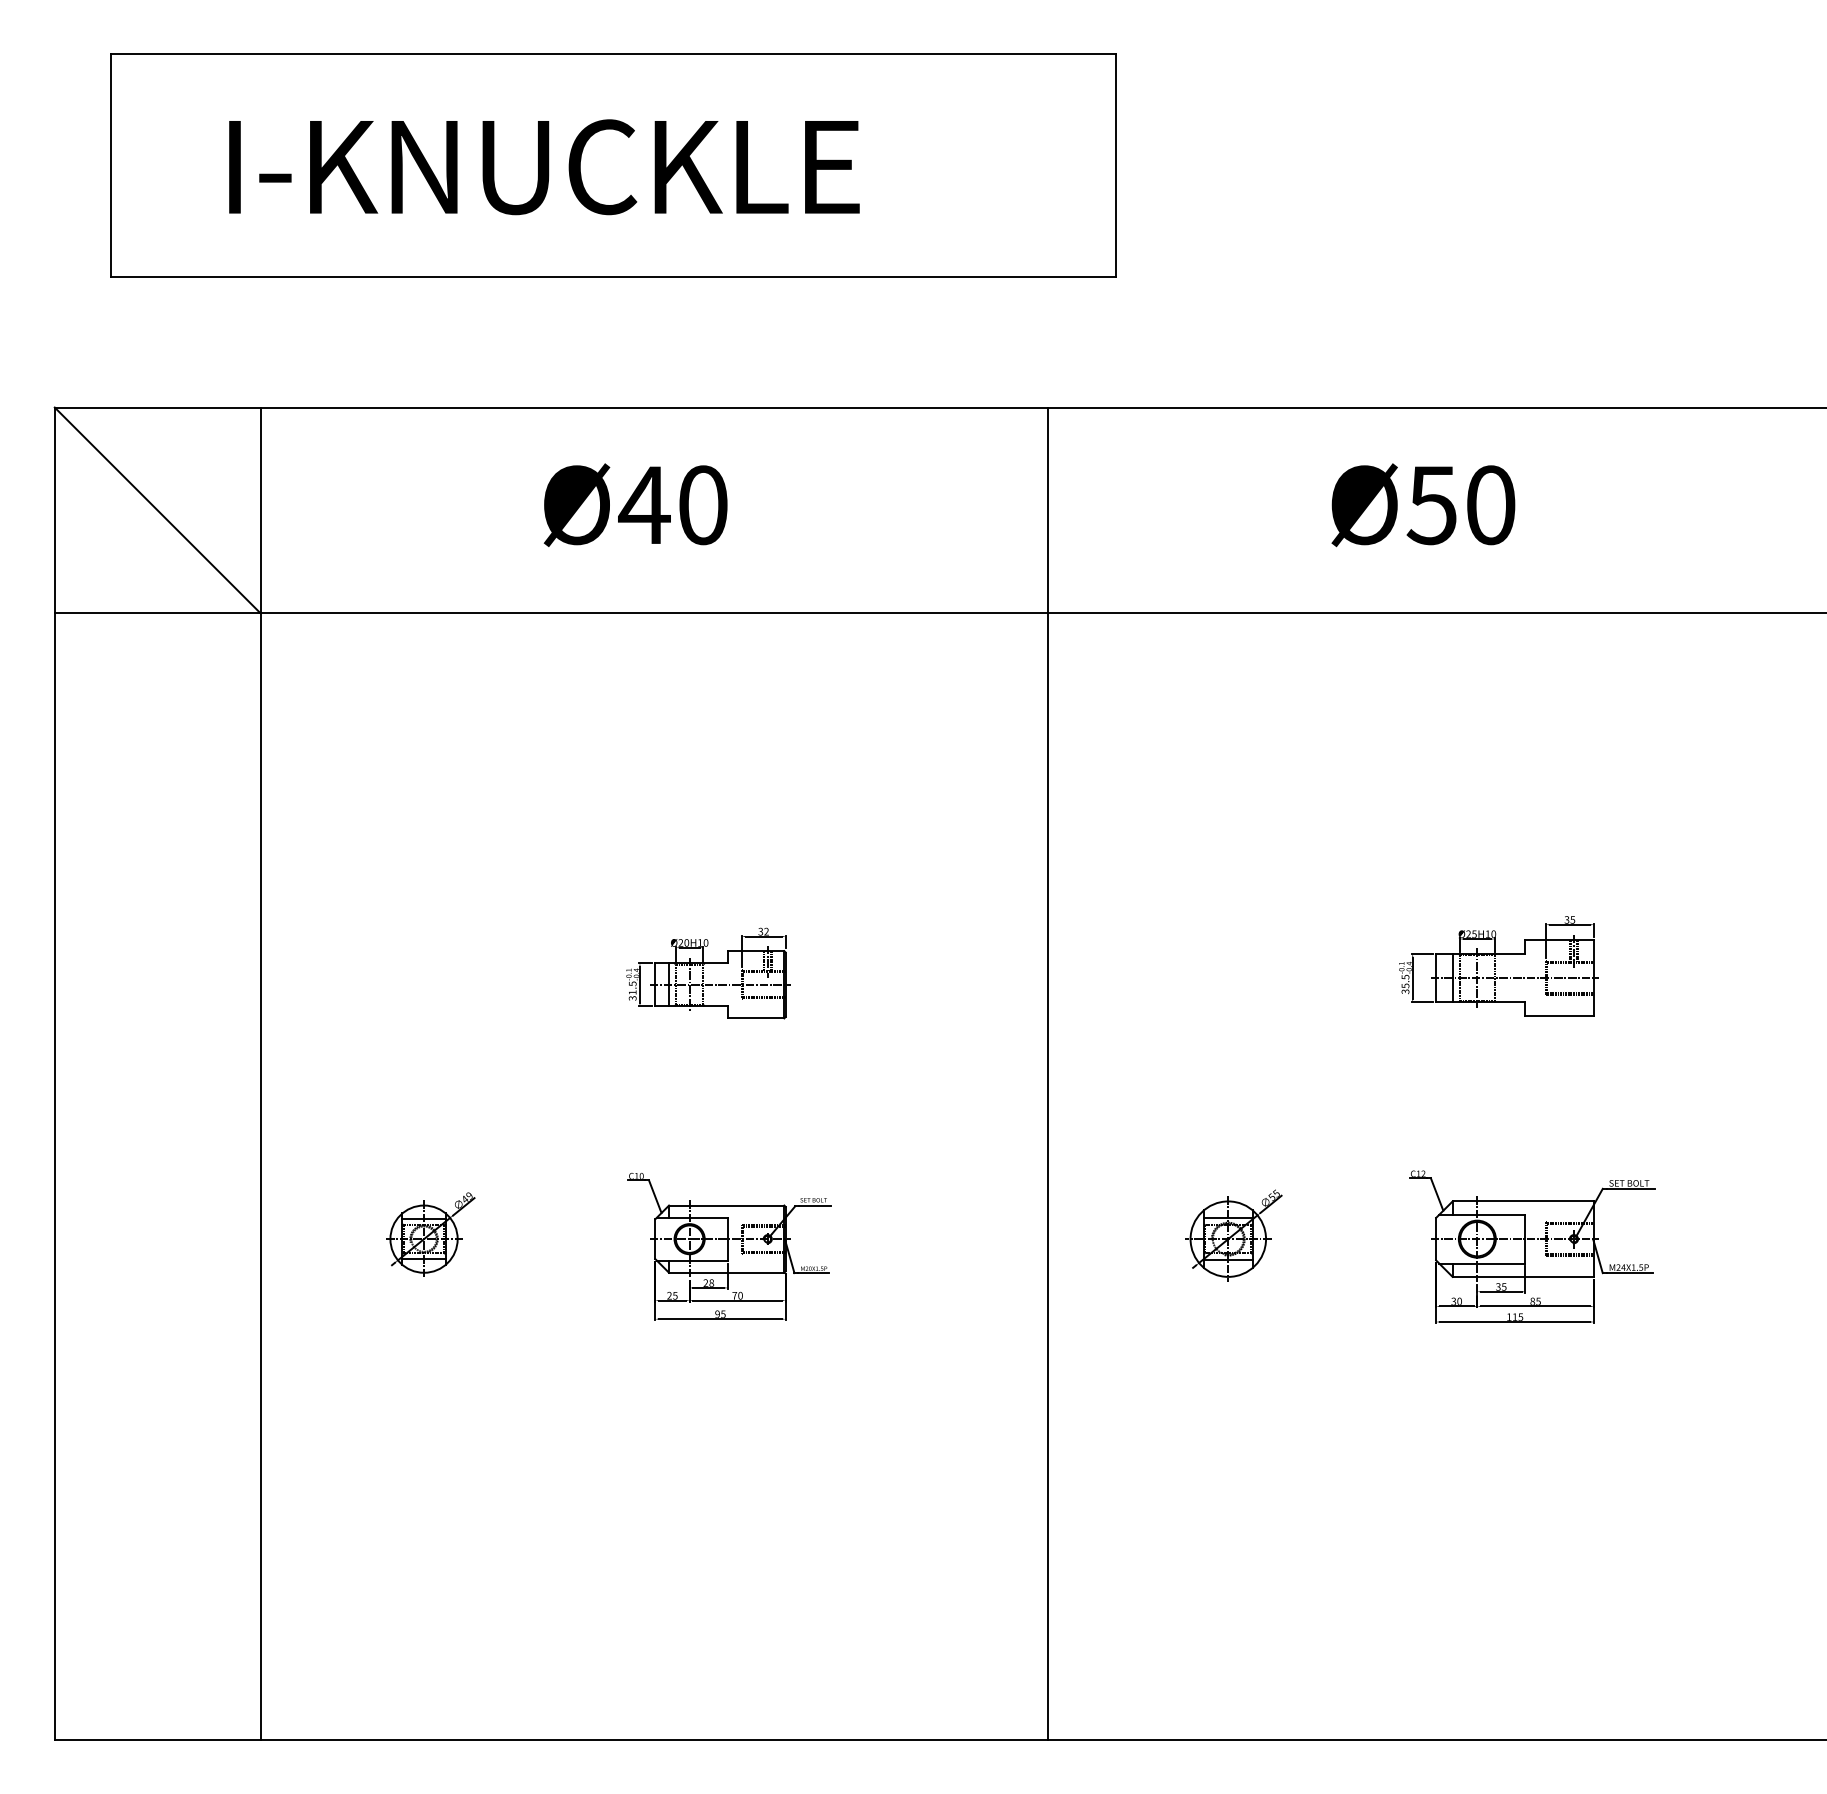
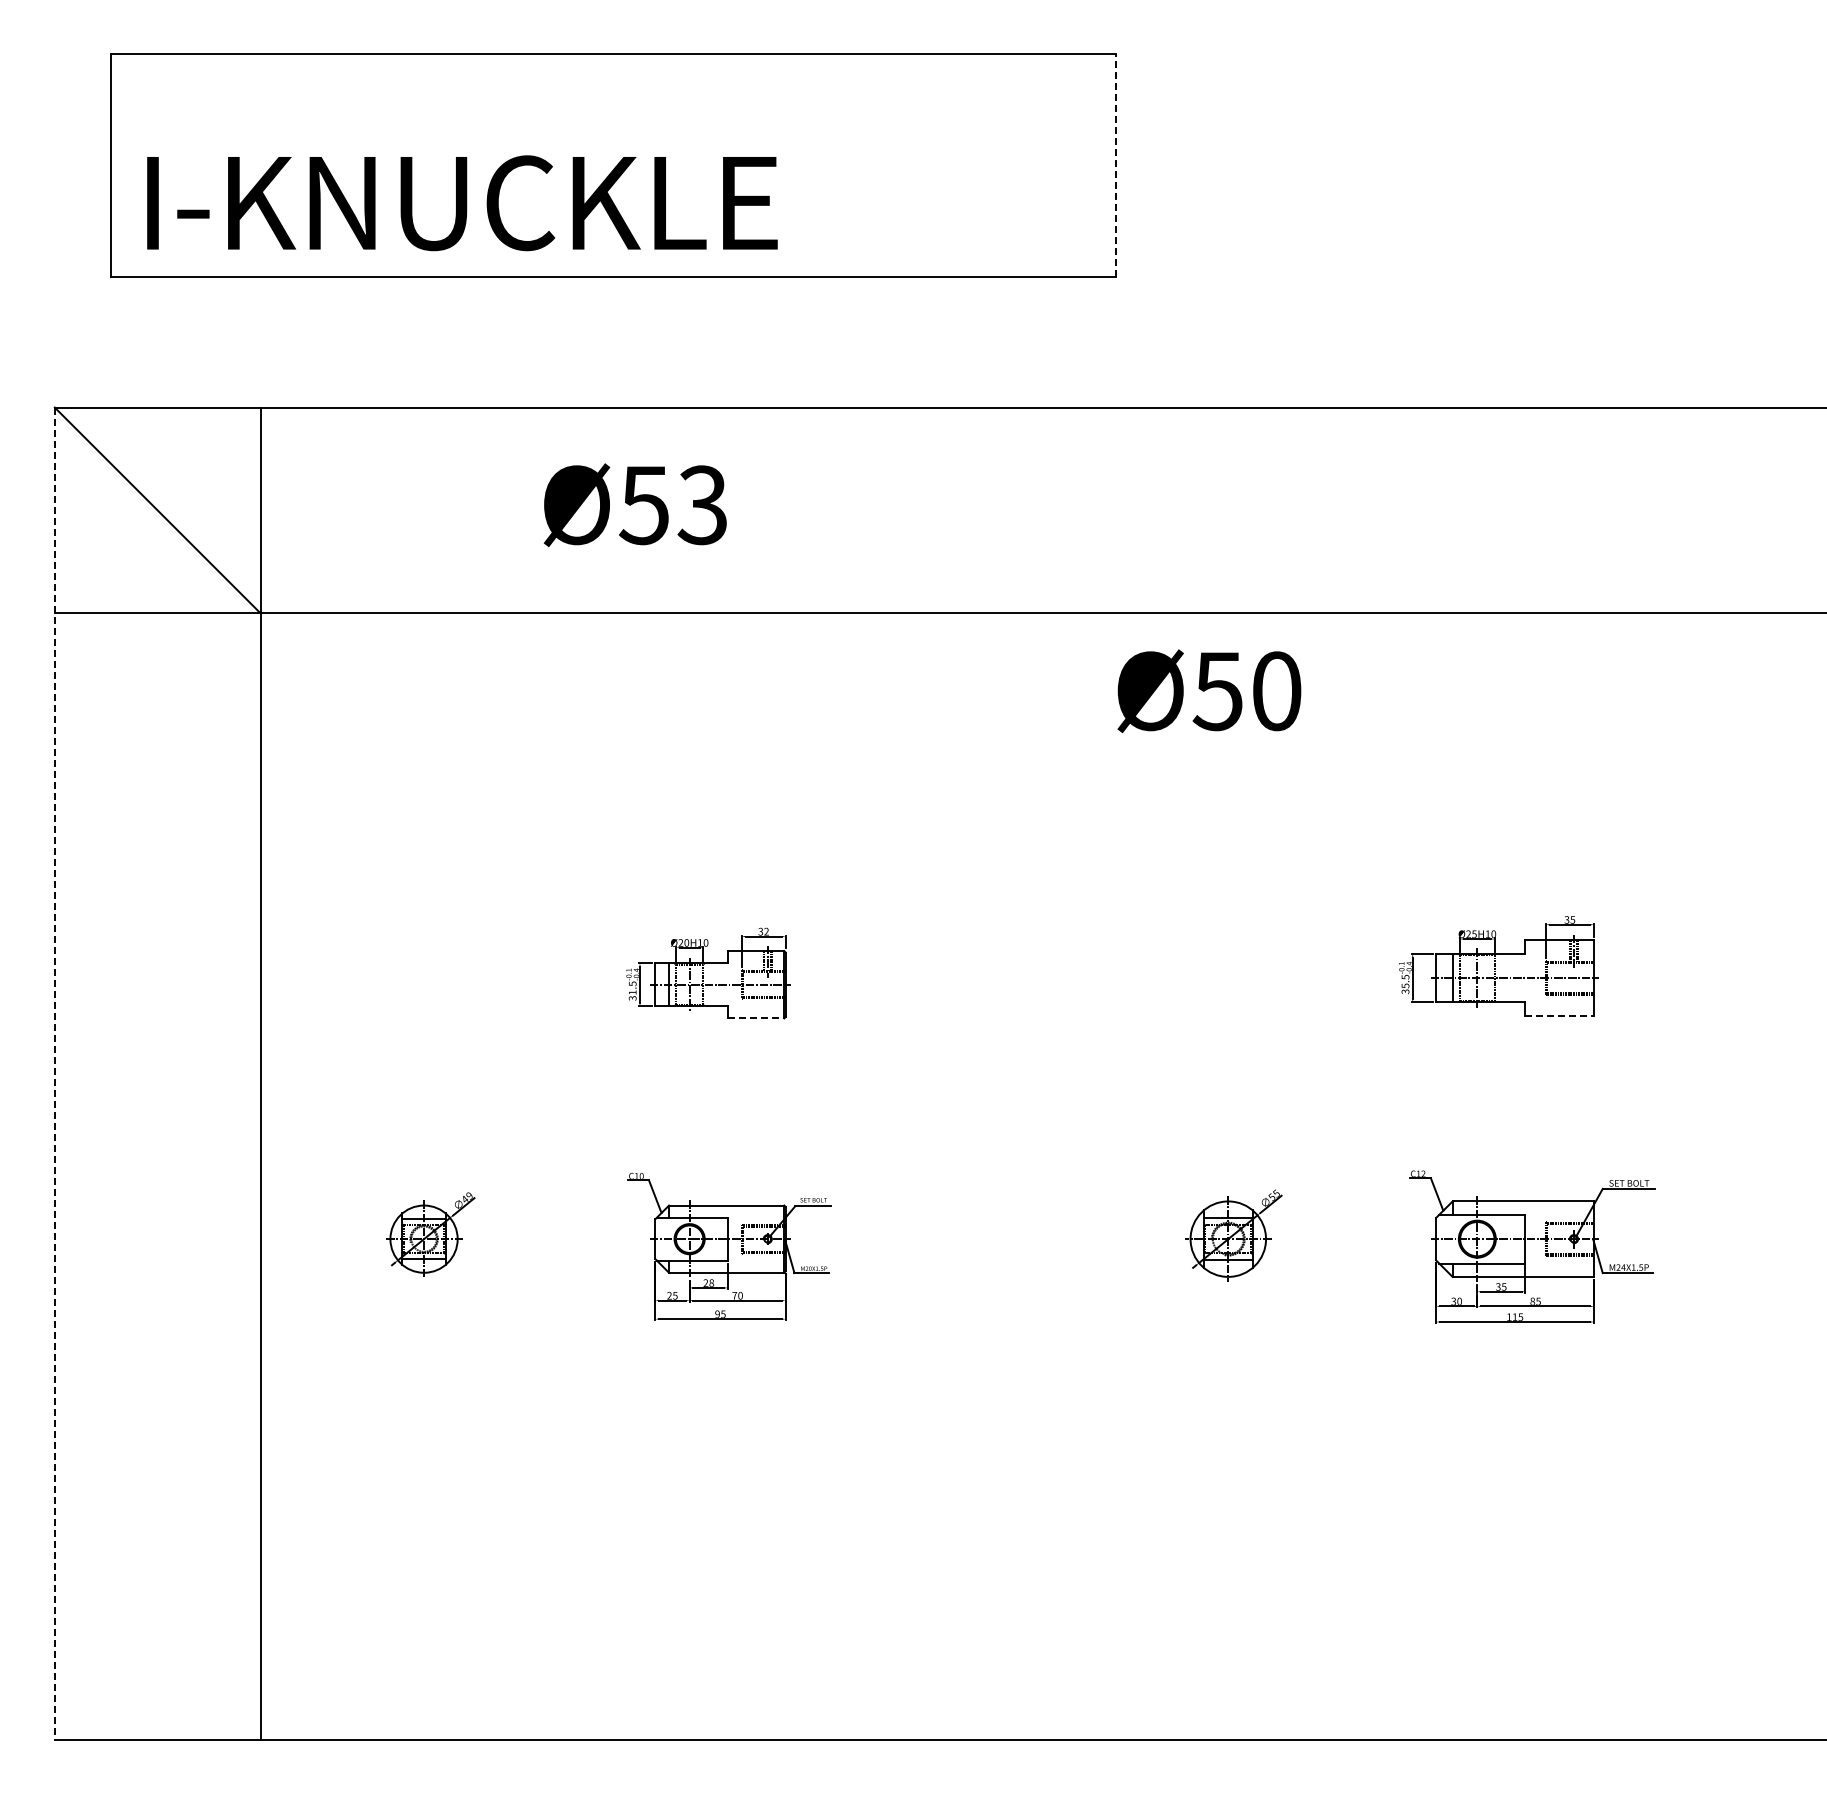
line at (1116, 165): solid -> dashed
text at (544, 167) position: (544, 167) -> (462, 203)
text at (672, 505): Ø40 -> Ø53
text at (1423, 505) position: (1423, 505) -> (1209, 691)
line at (1560, 1015): solid -> dashed
line at (756, 1018): solid -> dashed
line at (1048, 1073): present -> none
line at (54, 1074): solid -> dashed
